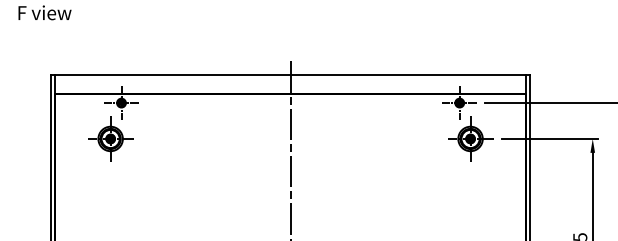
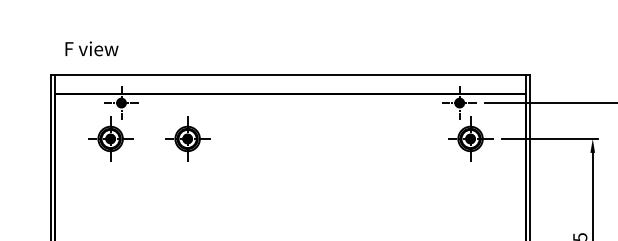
text at (44, 12) position: (44, 12) -> (91, 48)
part at (187, 138): none -> present
line at (290, 149): present -> none
